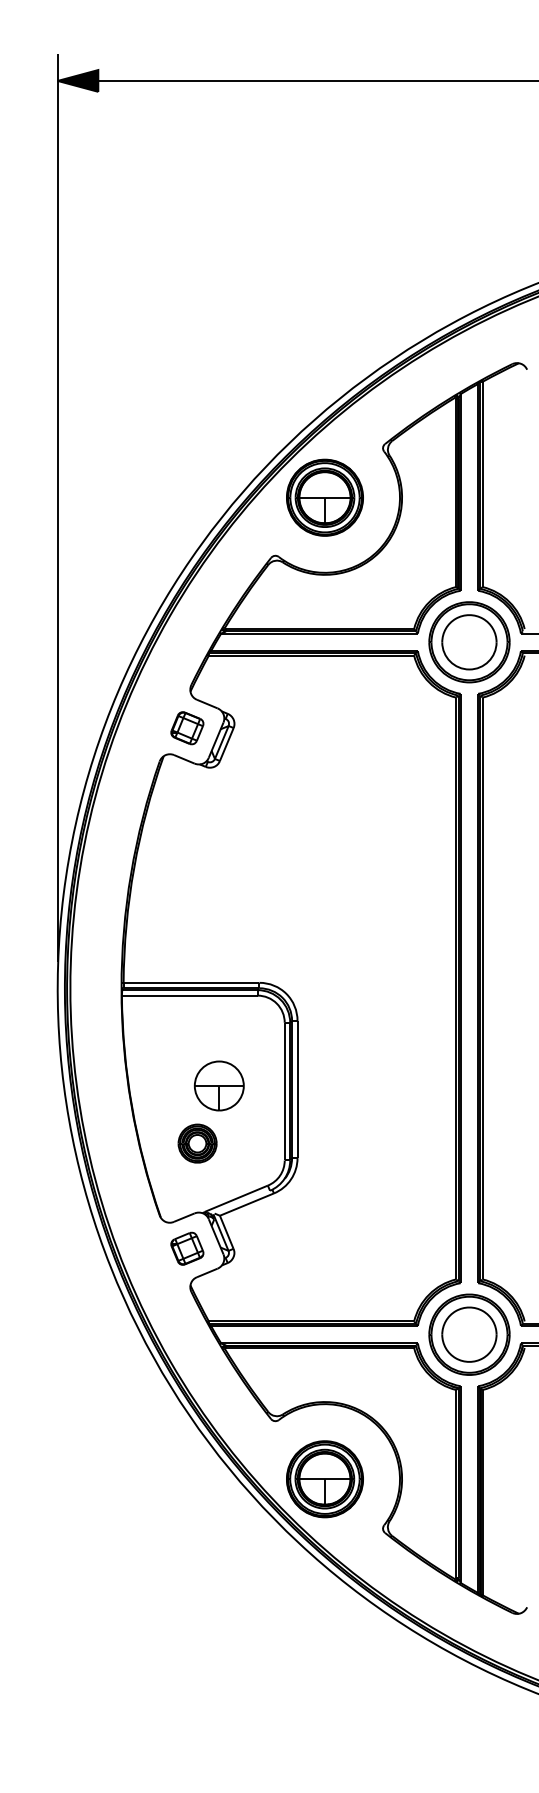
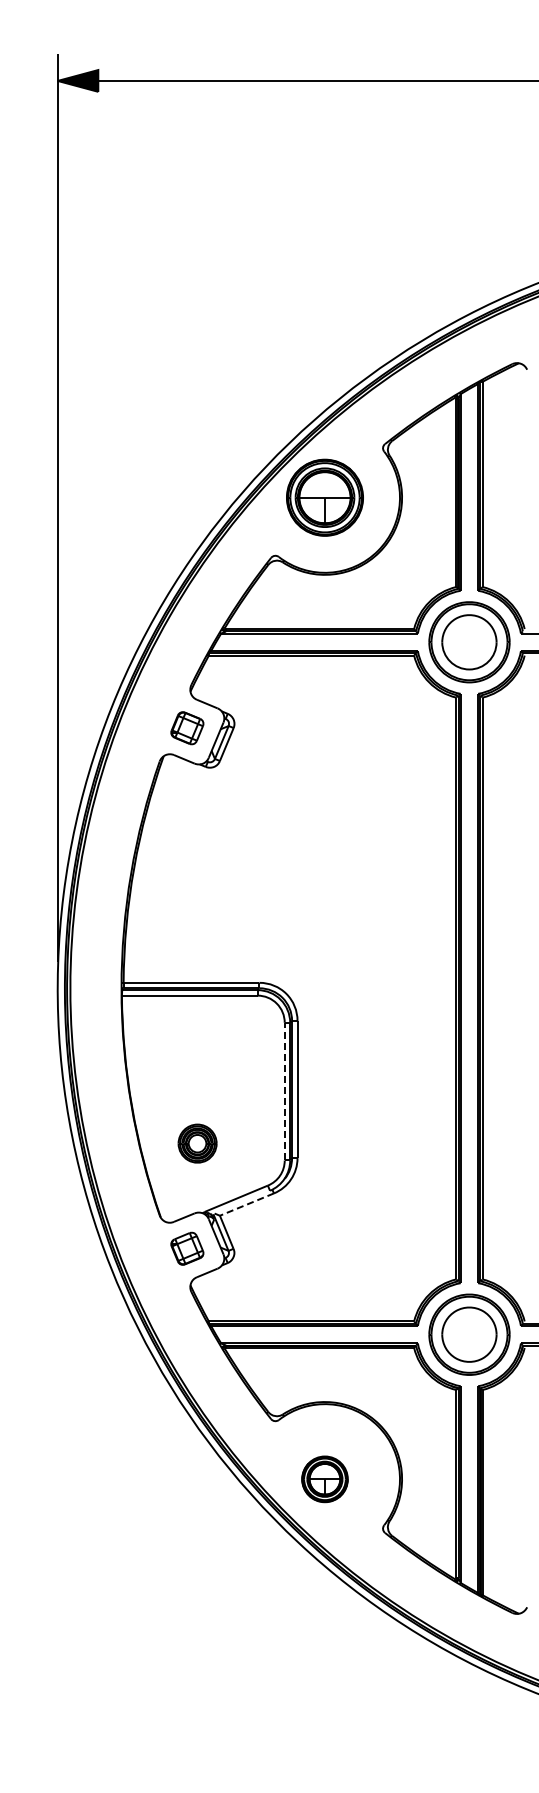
part at (218, 1085): present -> none
line at (284, 1091): solid -> dashed
line at (246, 1204): solid -> dashed
part at (324, 1479) size: 78x79 px -> 48x49 px
